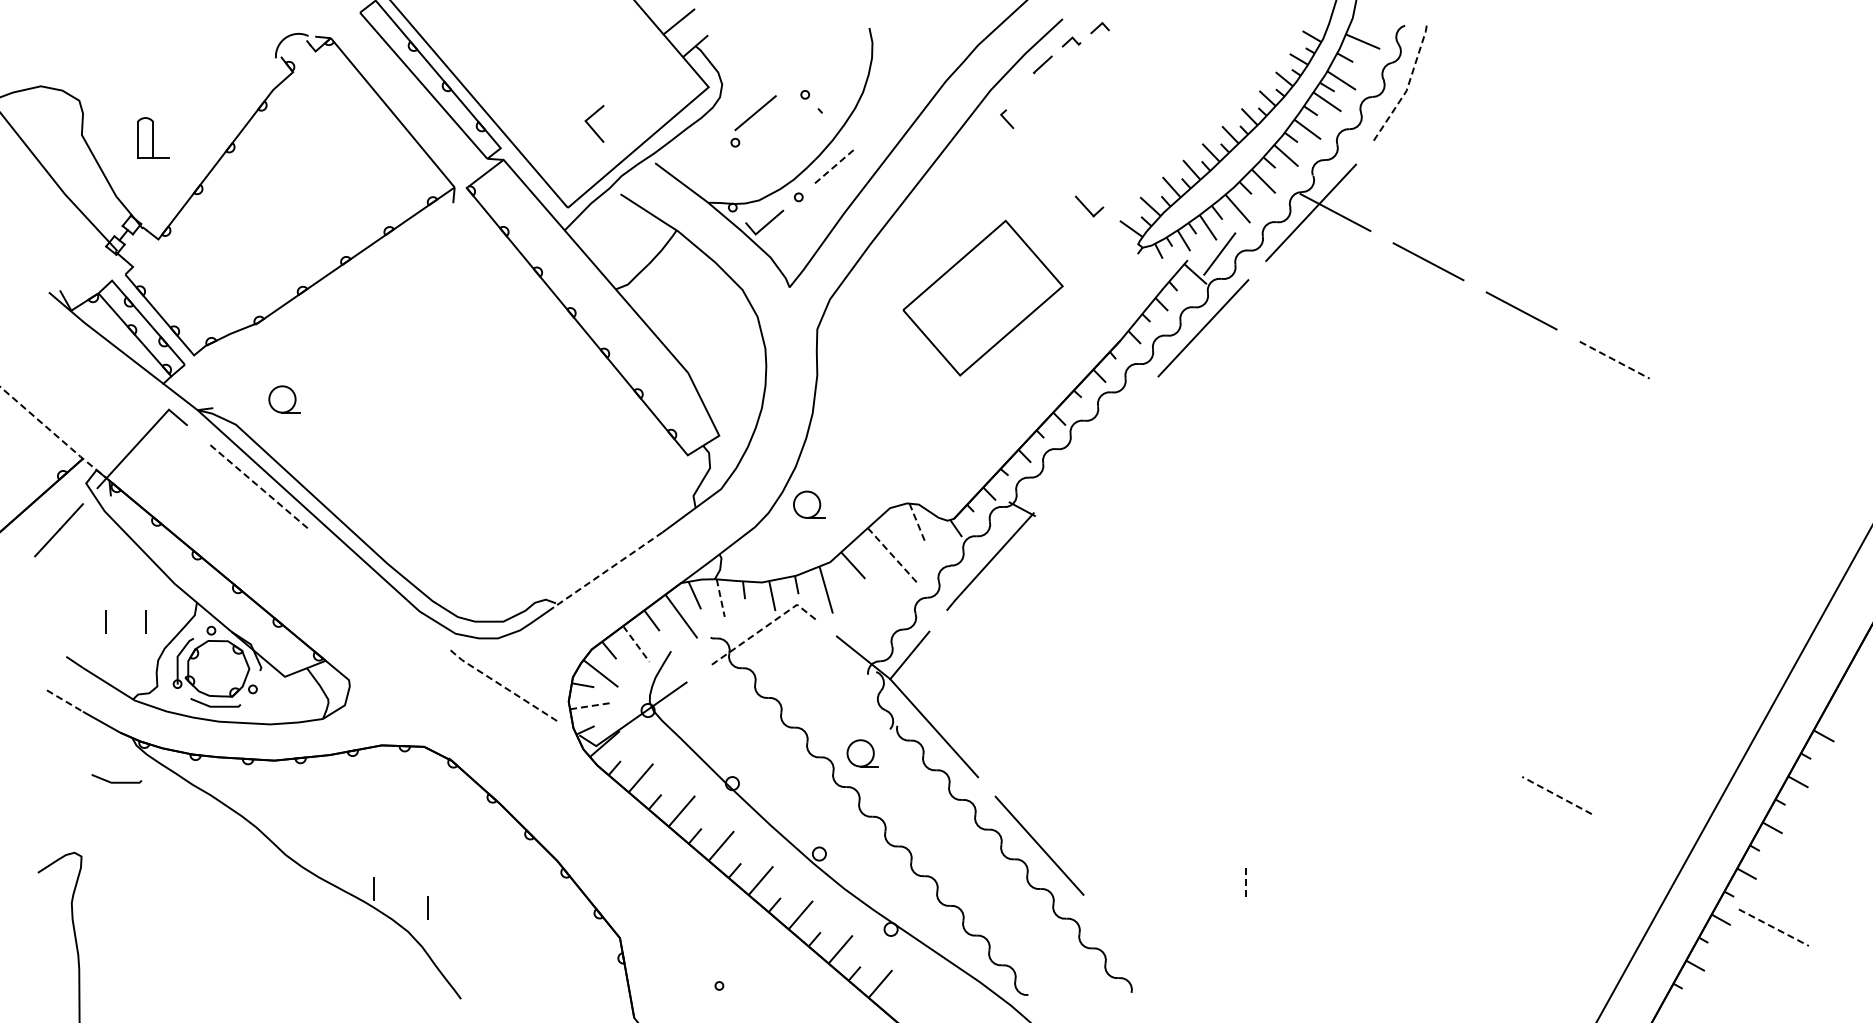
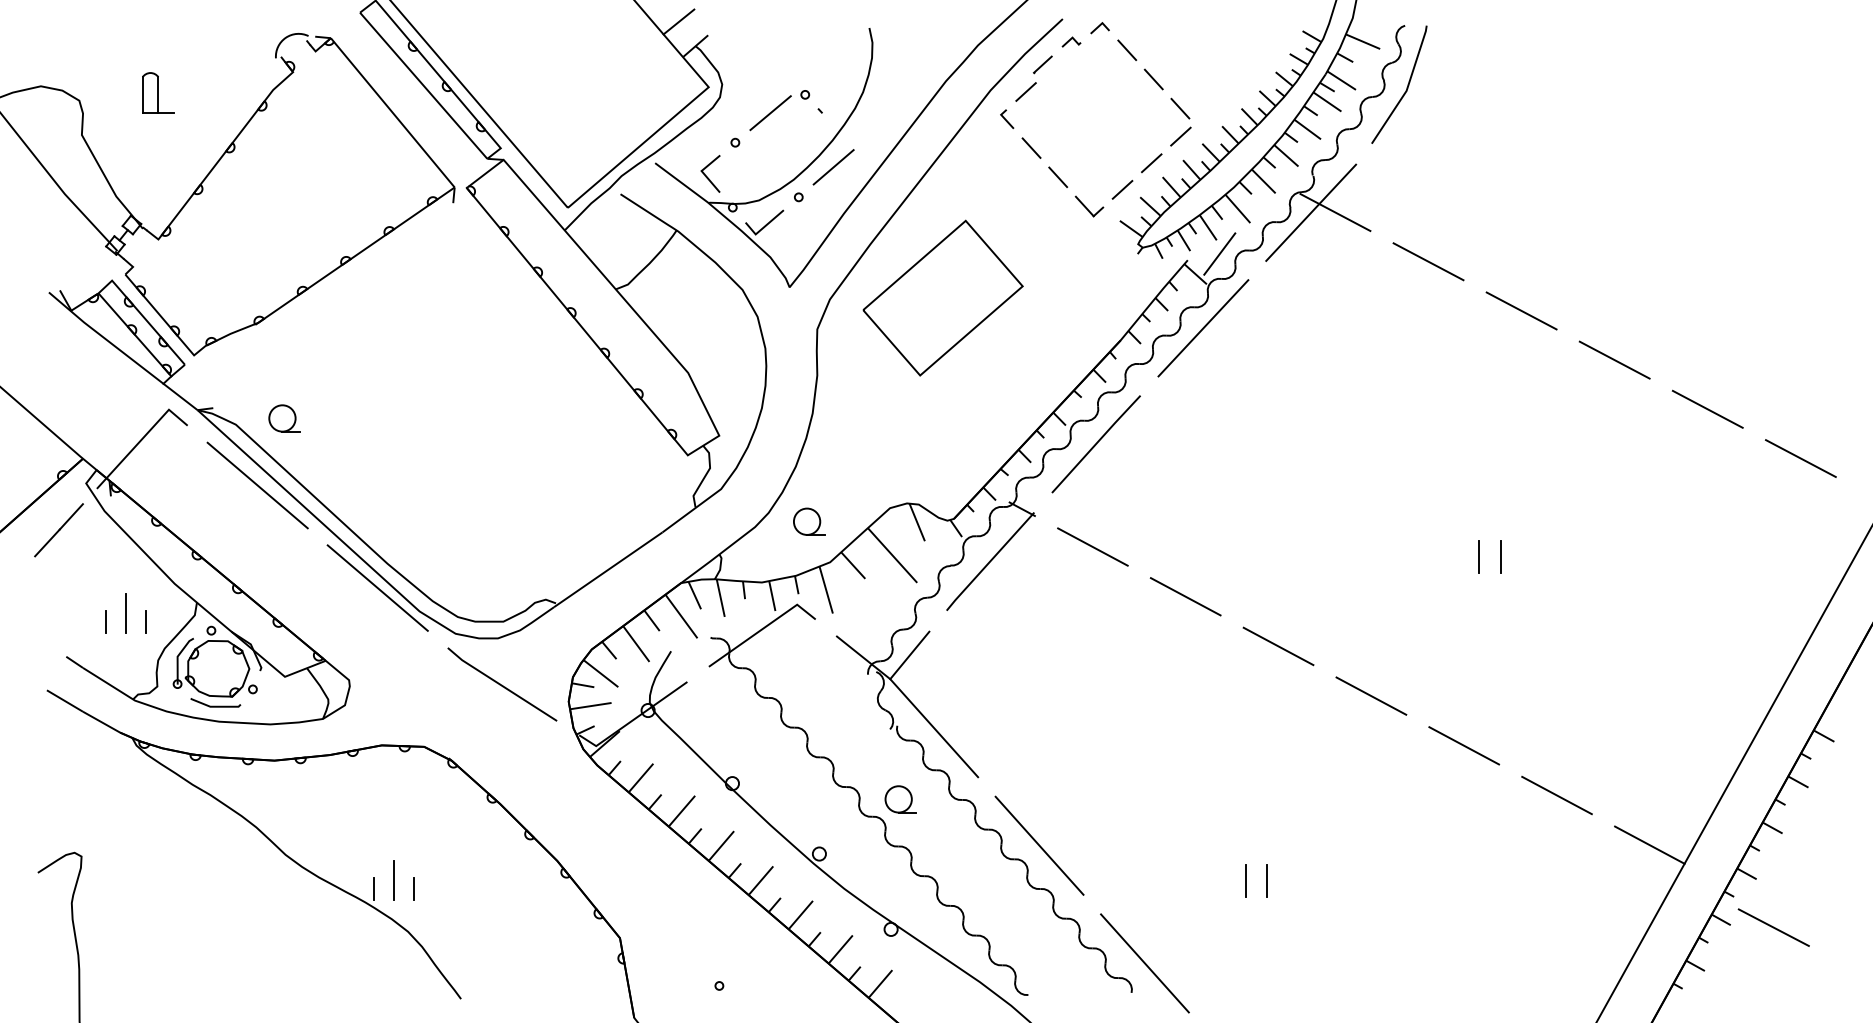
line at (1127, 50): none -> present
line at (1153, 79): none -> present
line at (1407, 89): dashed -> solid
line at (1025, 91): none -> present
line at (1180, 108): none -> present
line at (755, 113) position: (755, 113) -> (770, 113)
line at (591, 126) position: (591, 126) -> (707, 176)
line at (1180, 136): none -> present
part at (153, 137) position: (153, 137) -> (158, 92)
line at (1031, 147): none -> present
line at (1151, 163): none -> present
line at (833, 167): dashed -> solid
line at (1058, 177): none -> present
line at (1122, 189): none -> present
part at (982, 297) position: (982, 297) -> (942, 297)
line at (1615, 360): dashed -> solid
part at (284, 399) position: (284, 399) -> (284, 418)
line at (1707, 408): none -> present
line at (54, 434): dashed -> solid
line at (1095, 444): none -> present
line at (1800, 458): none -> present
line at (257, 485): dashed -> solid
part at (809, 504) position: (809, 504) -> (809, 521)
line at (917, 522): dashed -> solid
line at (1092, 546): none -> present
line at (892, 555): dashed -> solid
line at (1479, 556): none -> present
line at (1500, 556): none -> present
line at (608, 569): dashed -> solid
line at (377, 587): none -> present
line at (1185, 596): none -> present
line at (720, 598): dashed -> solid
line at (126, 612): none -> present
line at (762, 628): dashed -> solid
line at (636, 644): dashed -> solid
line at (1278, 646): none -> present
line at (500, 684): dashed -> solid
line at (1371, 695): none -> present
line at (64, 701): dashed -> solid
line at (590, 706): dashed -> solid
line at (1463, 745): none -> present
part at (862, 753) position: (862, 753) -> (900, 799)
line at (116, 781): present -> none
line at (1556, 795): dashed -> solid
line at (1649, 844): none -> present
line at (394, 880): none -> present
line at (1246, 880): dashed -> solid
line at (1267, 880): none -> present
line at (427, 907) position: (427, 907) -> (413, 888)
line at (1774, 927): dashed -> solid
line at (1144, 963): none -> present
